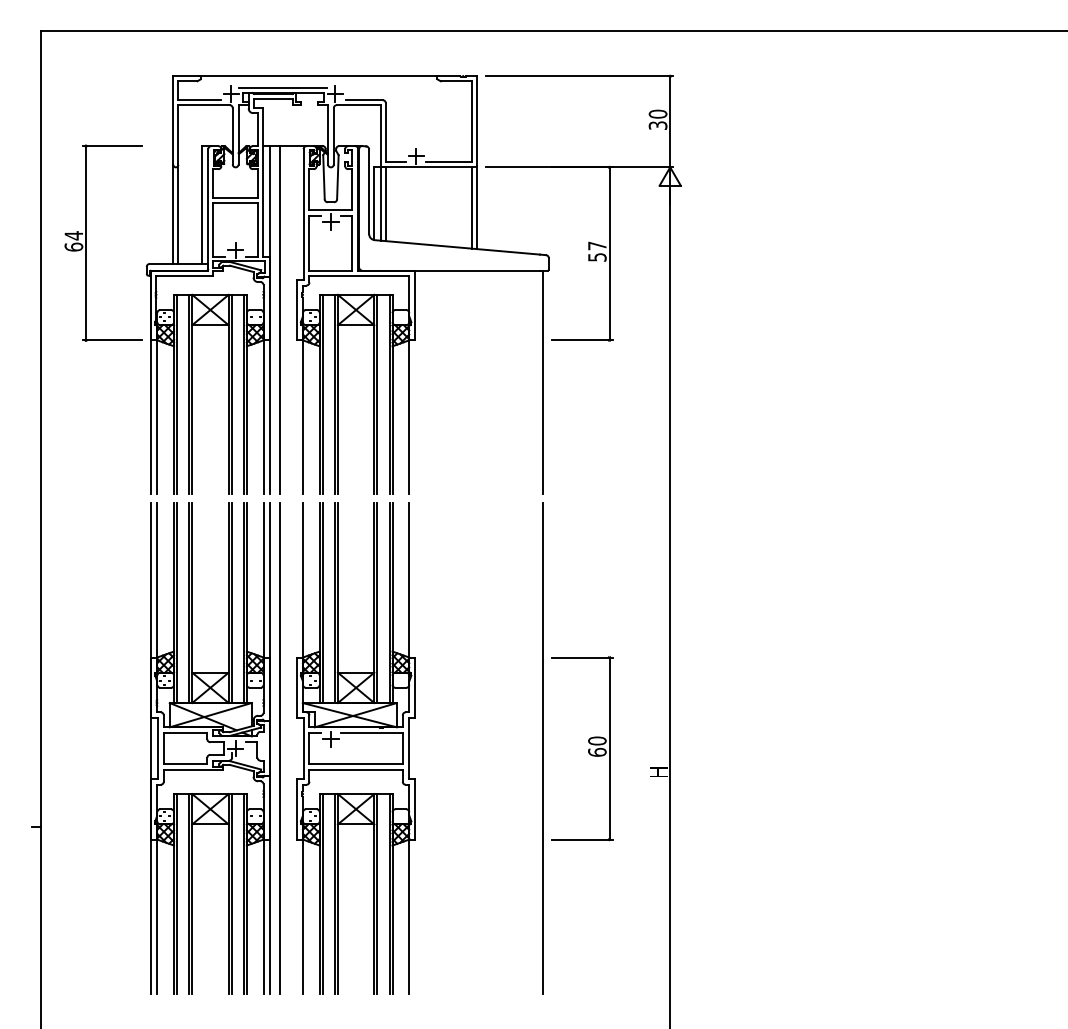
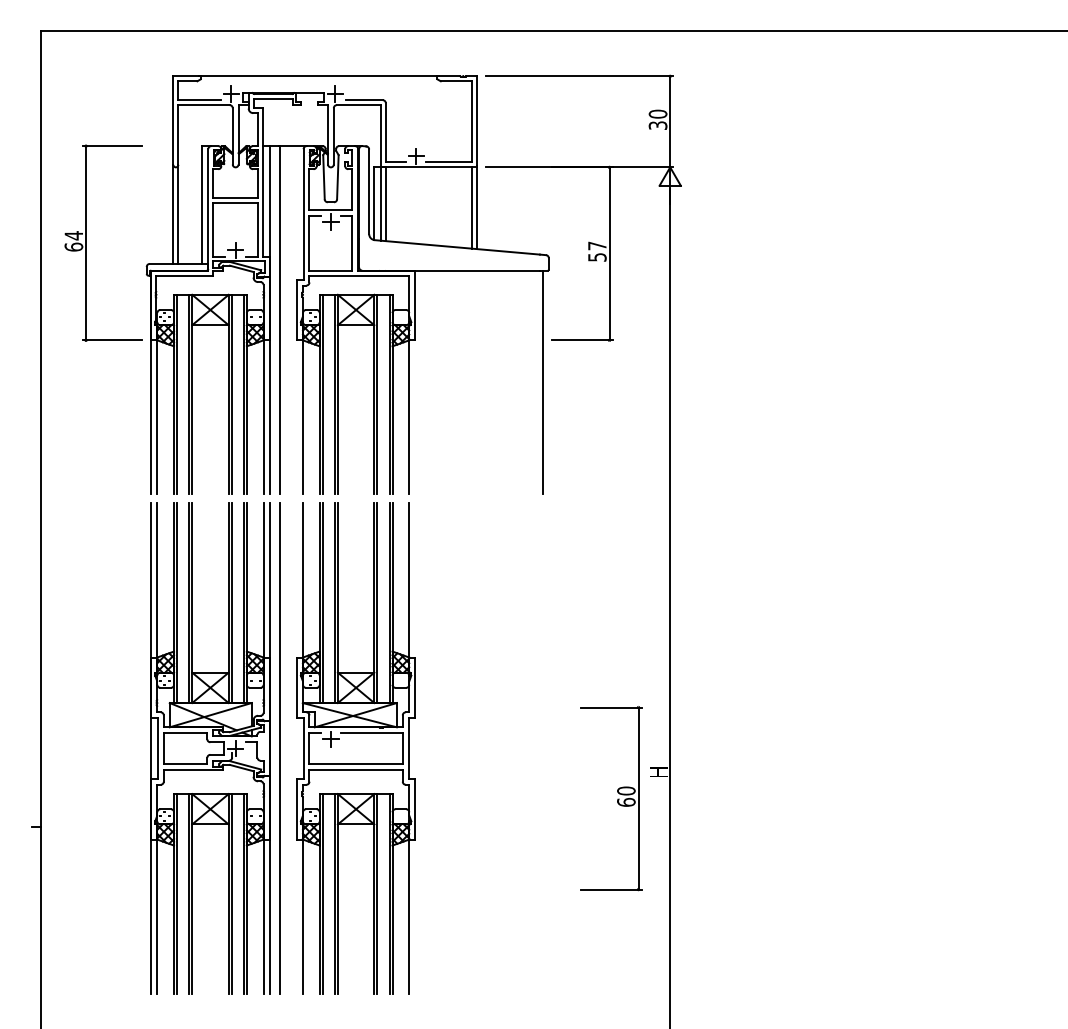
line at (283, 88): present -> none
line at (542, 748): present -> none
part at (588, 749) position: (588, 749) -> (617, 799)
